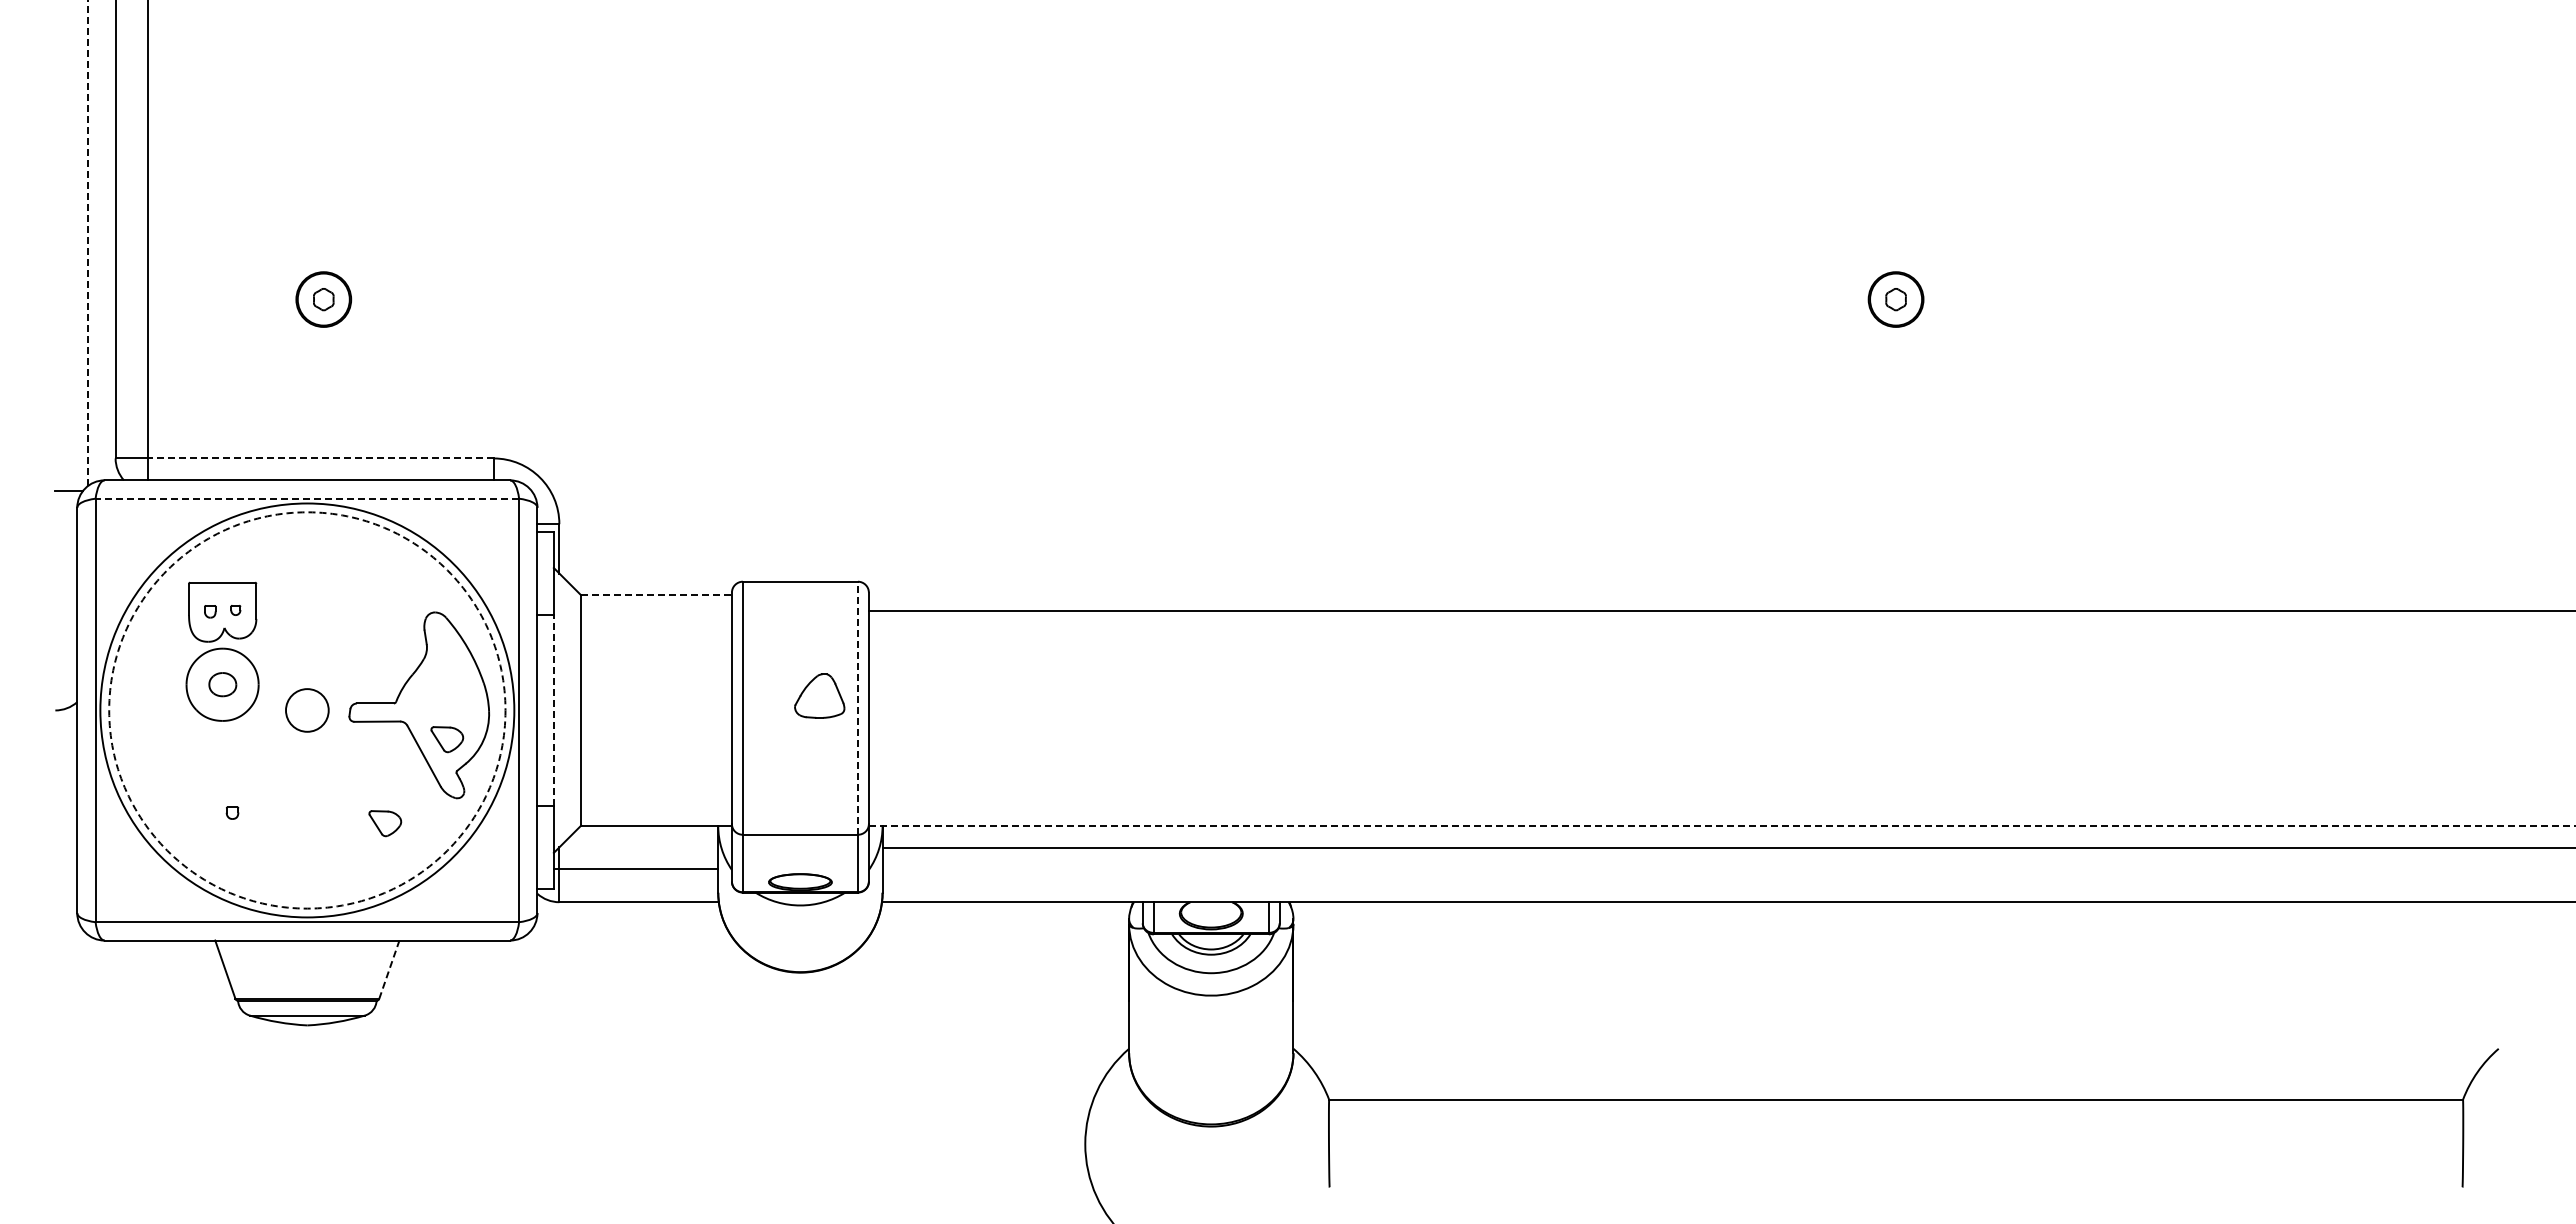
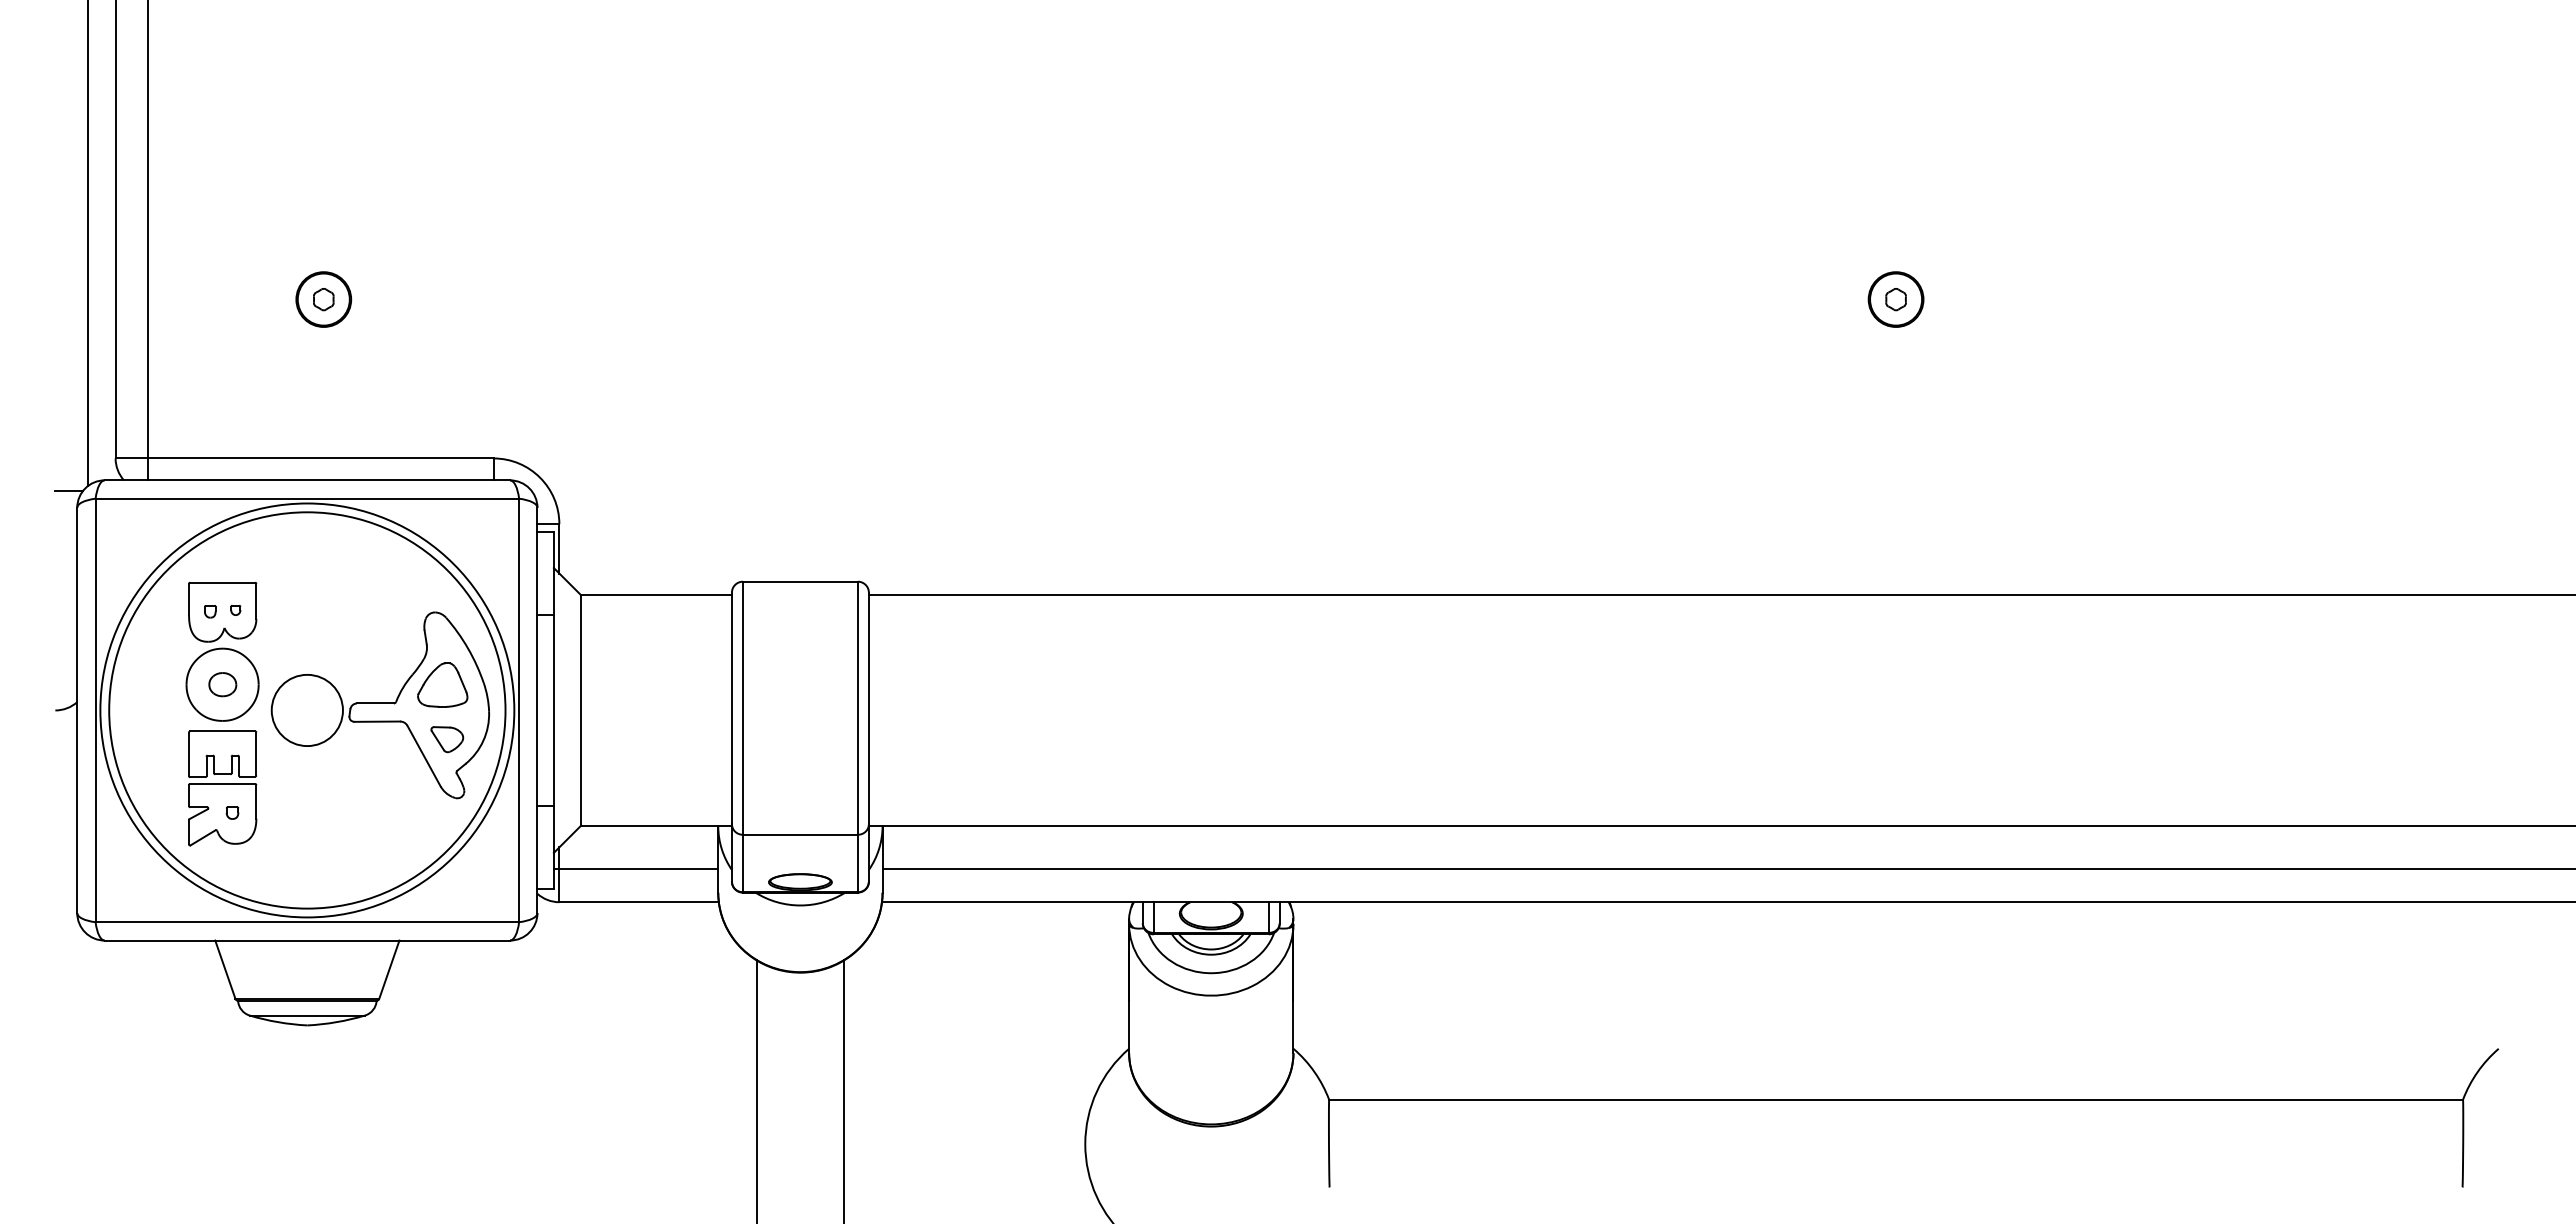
line at (88, 242): dashed -> solid
line at (321, 458): dashed -> solid
line at (307, 498): dashed -> solid
line at (657, 595): dashed -> solid
line at (1720, 611) position: (1720, 611) -> (1720, 595)
part at (819, 695) position: (819, 695) -> (442, 684)
line at (857, 708): dashed -> solid
circle at (307, 710) diameter: 43 px -> 71 px
circle at (307, 710): dashed -> solid
line at (553, 710): dashed -> solid
part at (222, 788): none -> present
part at (385, 823): present -> none
line at (1722, 825): dashed -> solid
line at (1727, 848) position: (1727, 848) -> (1727, 869)
line at (389, 969): dashed -> solid
line at (756, 1090): none -> present
line at (844, 1090): none -> present
